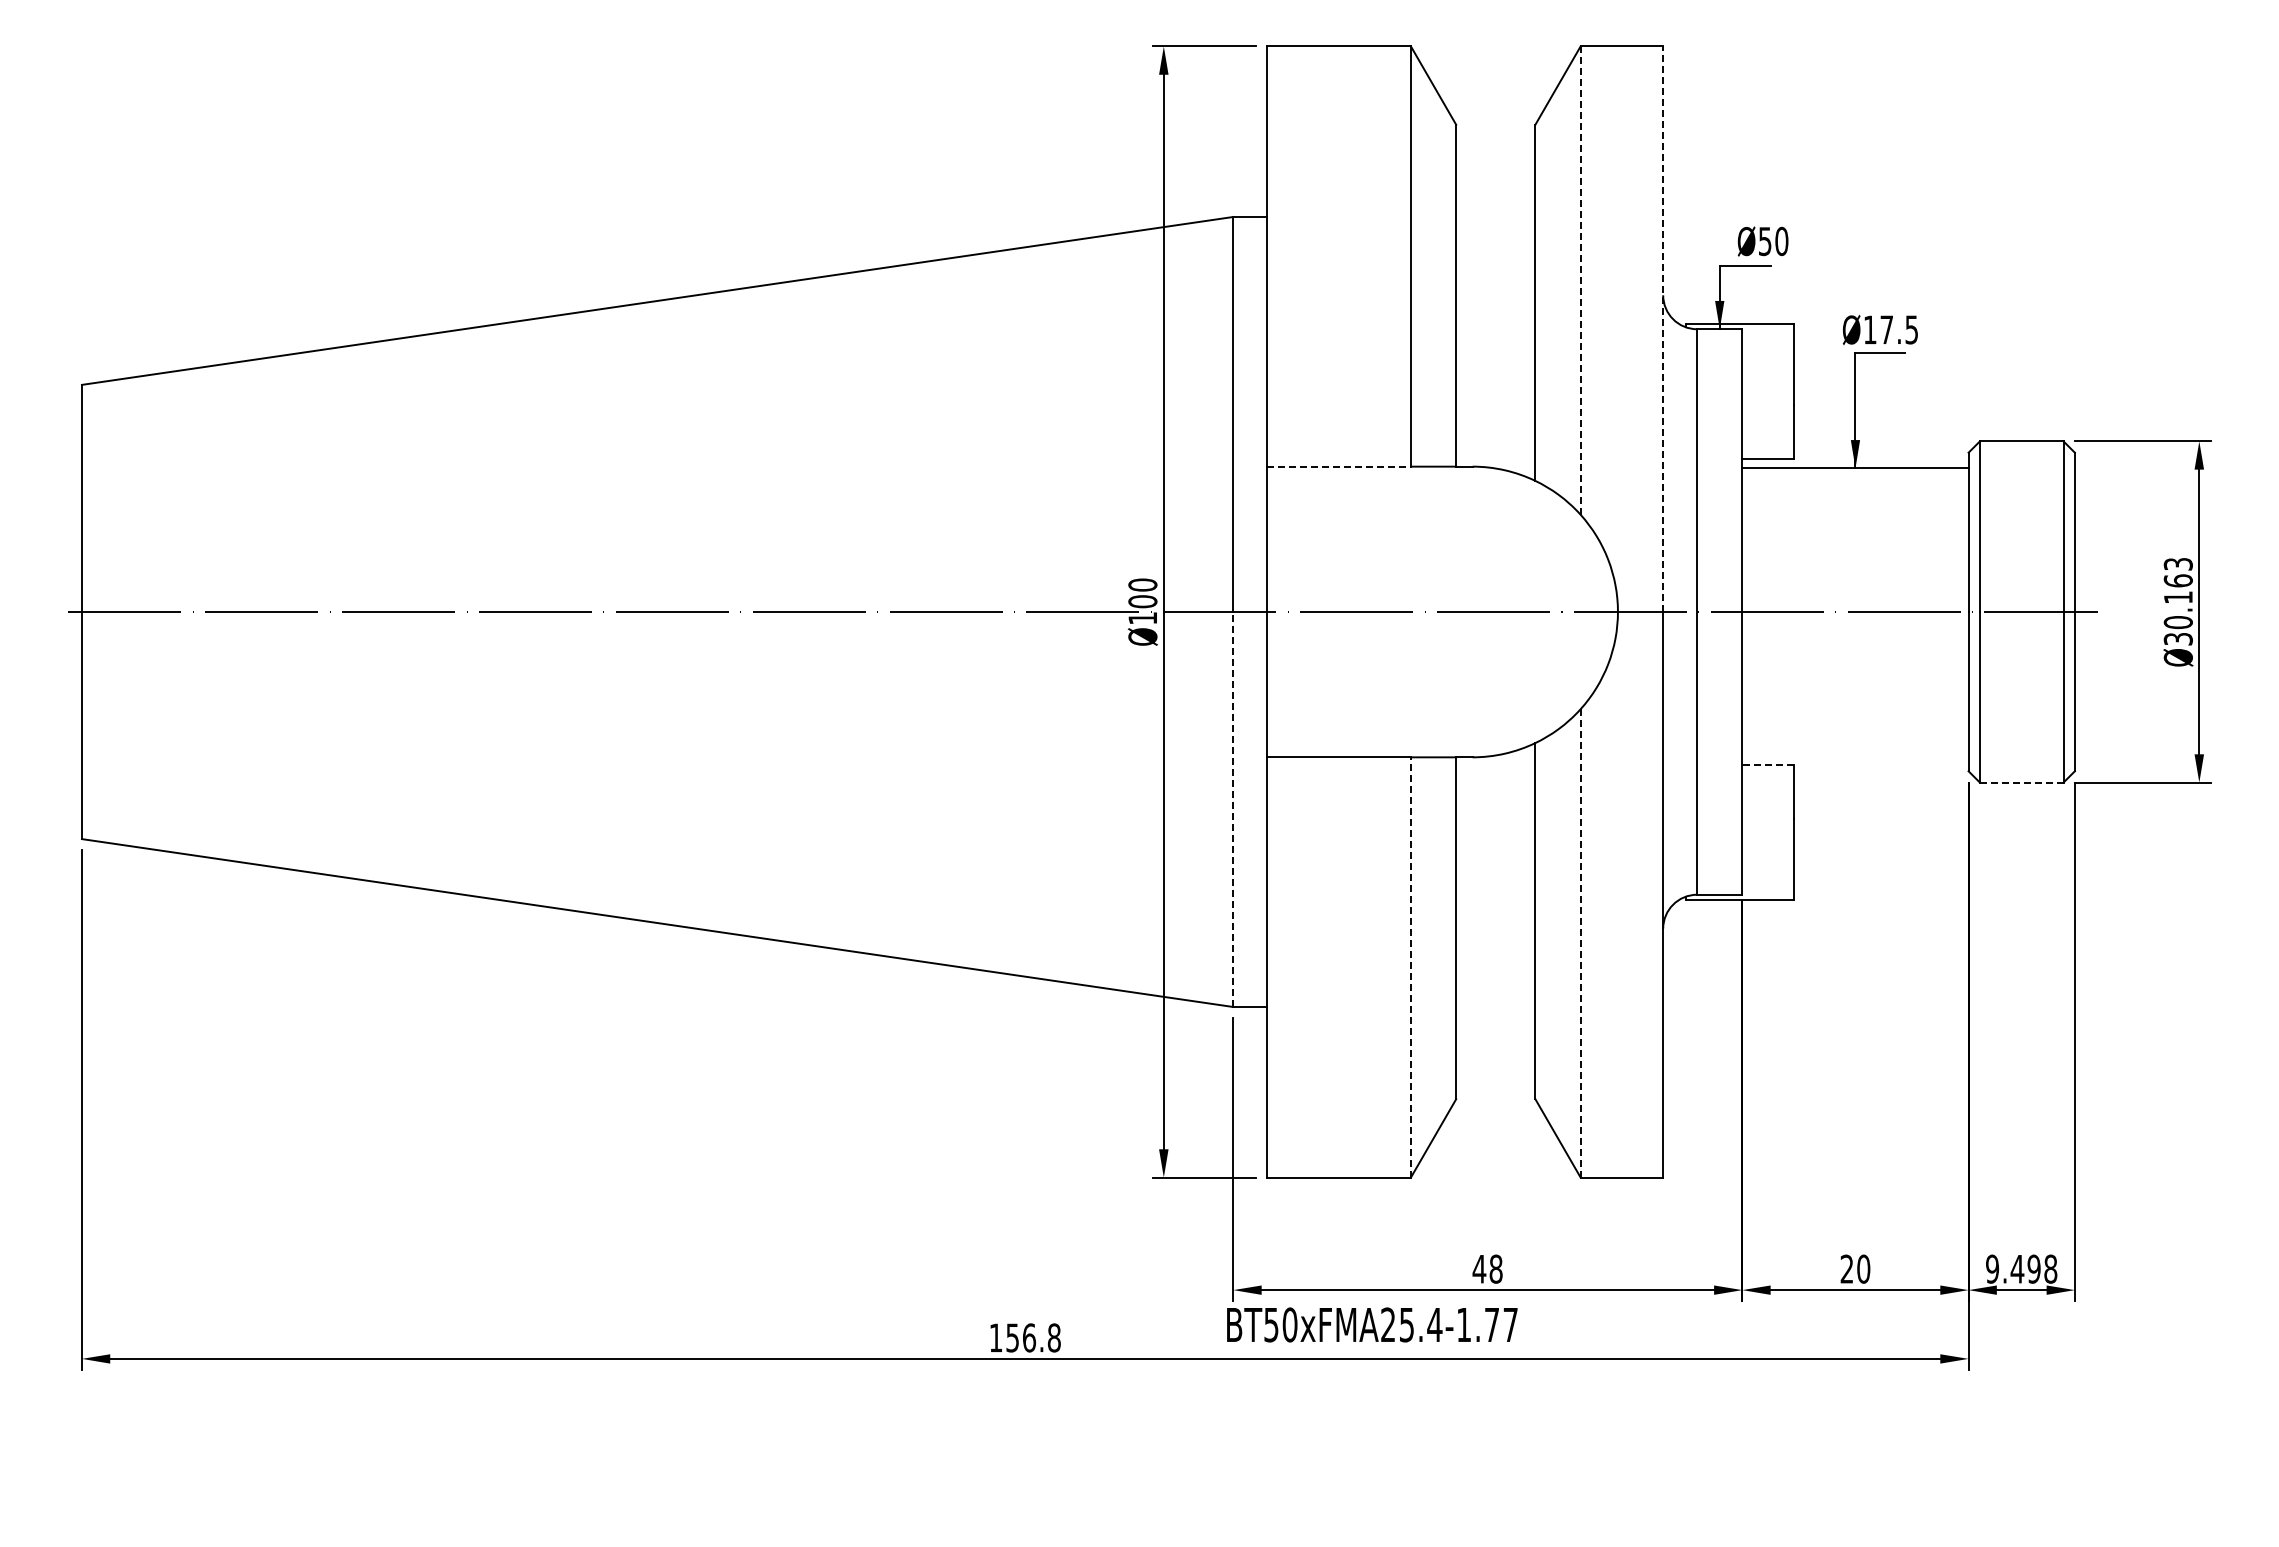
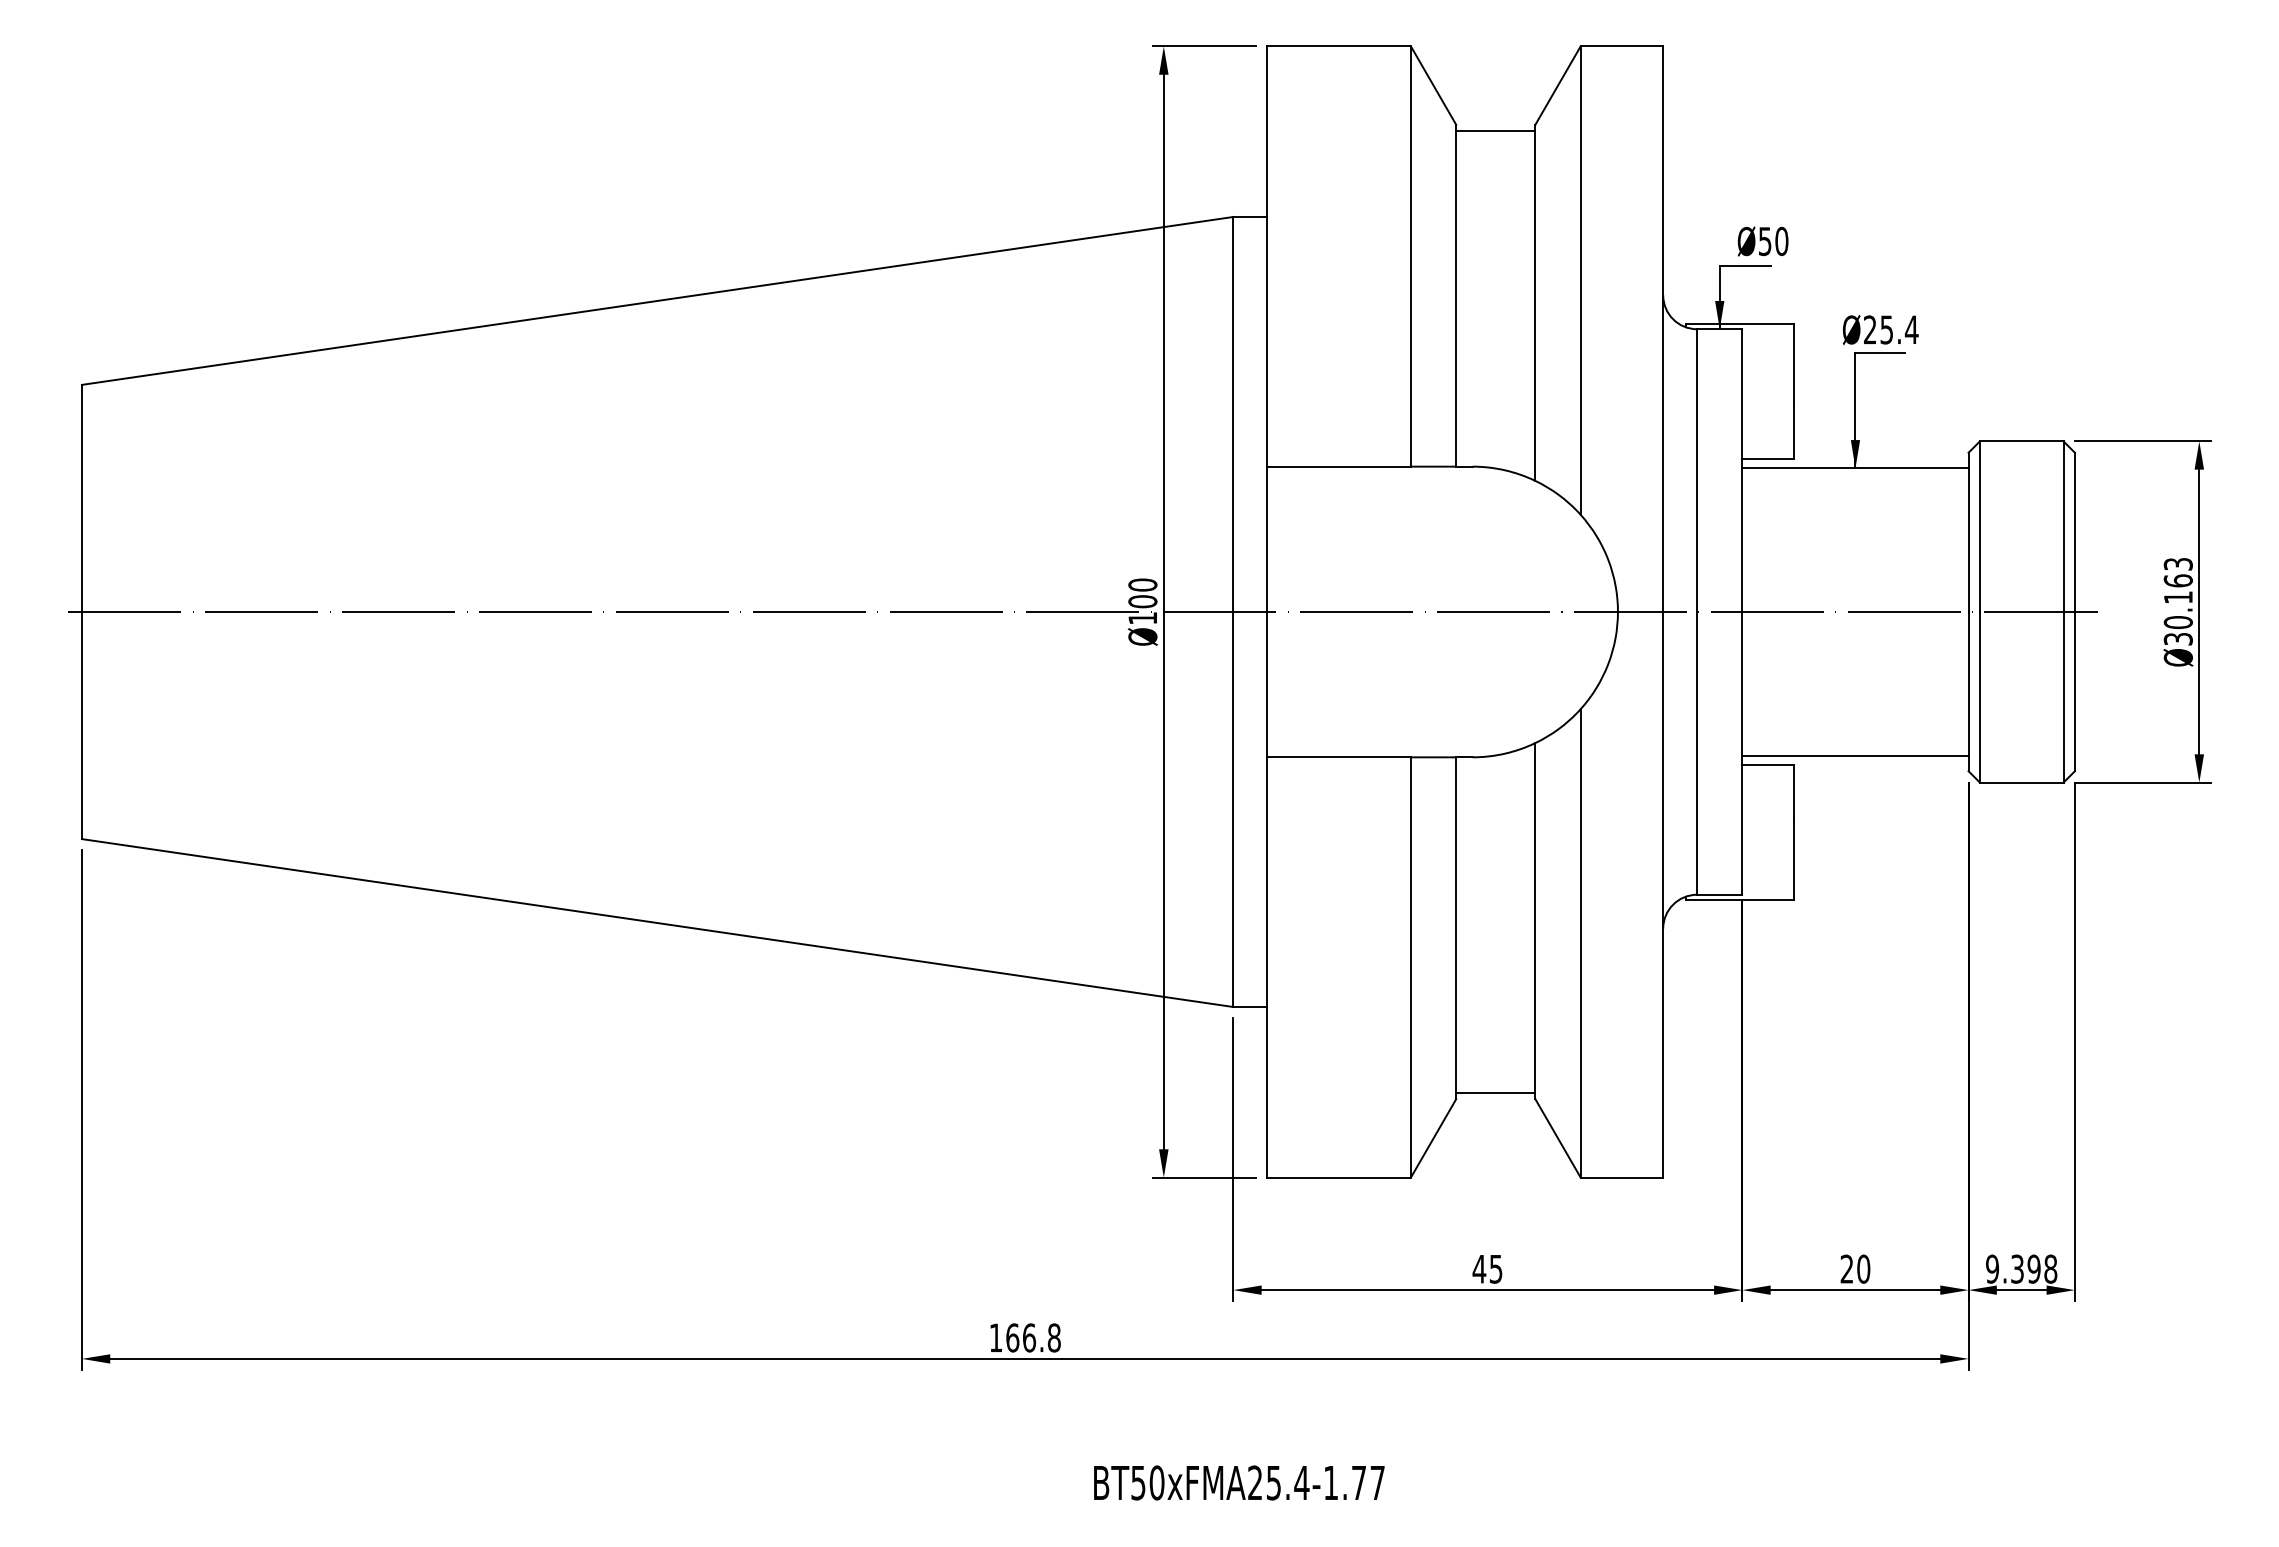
line at (1495, 131): none -> present
line at (1580, 280): dashed -> solid
line at (1663, 329): dashed -> solid
text at (1891, 329): Ø17.5 -> Ø25.4
line at (1339, 466): dashed -> solid
line at (1855, 755): none -> present
line at (1767, 764): dashed -> solid
line at (2021, 782): dashed -> solid
line at (1233, 809): dashed -> solid
line at (1580, 942): dashed -> solid
line at (1410, 966): dashed -> solid
line at (1495, 1092): none -> present
text at (1495, 1268): 48 -> 45
text at (2017, 1268): 9.498 -> 9.398
text at (1372, 1324) position: (1372, 1324) -> (1239, 1482)
text at (1012, 1337): 156.8 -> 166.8
